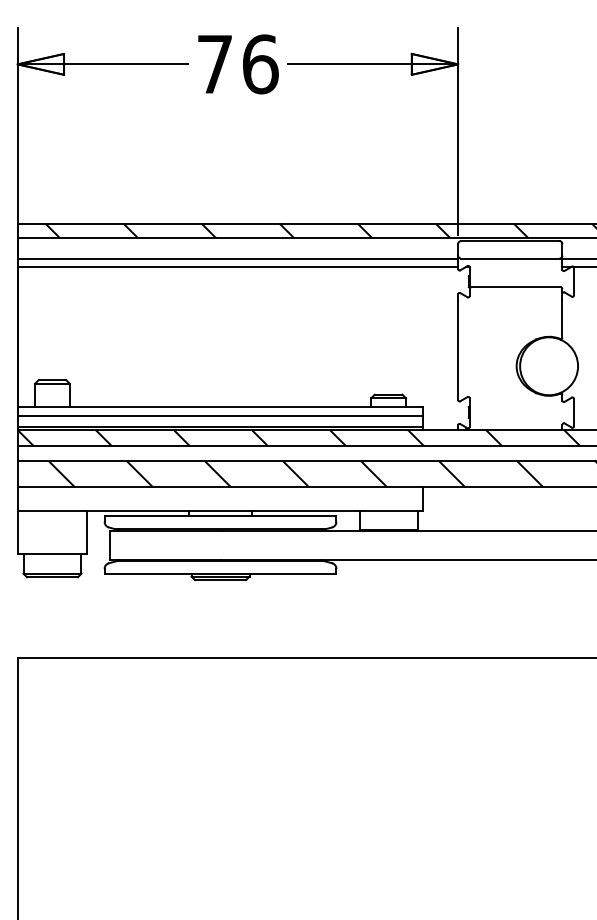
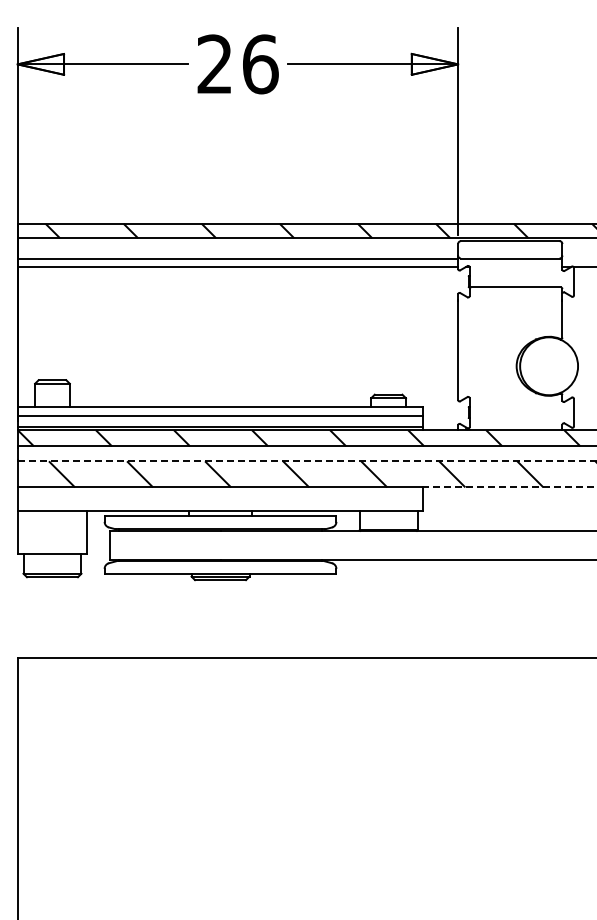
text at (214, 63): 76 -> 26
line at (577, 258): present -> none
line at (307, 461): solid -> dashed
line at (509, 487): solid -> dashed
